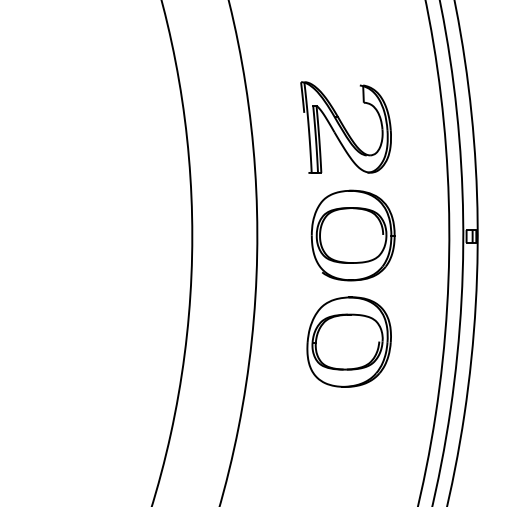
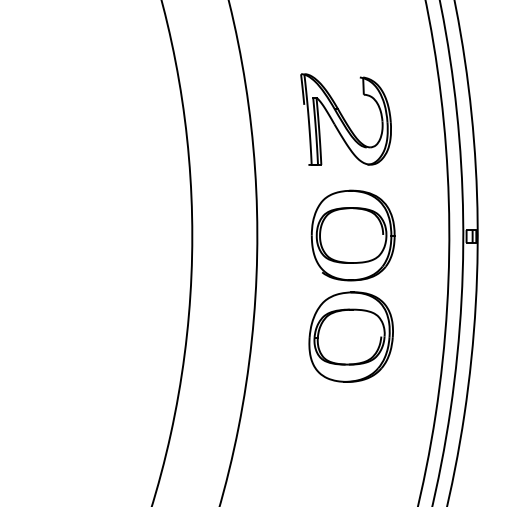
part at (345, 127) position: (345, 127) -> (345, 119)
part at (348, 341) position: (348, 341) -> (350, 336)
